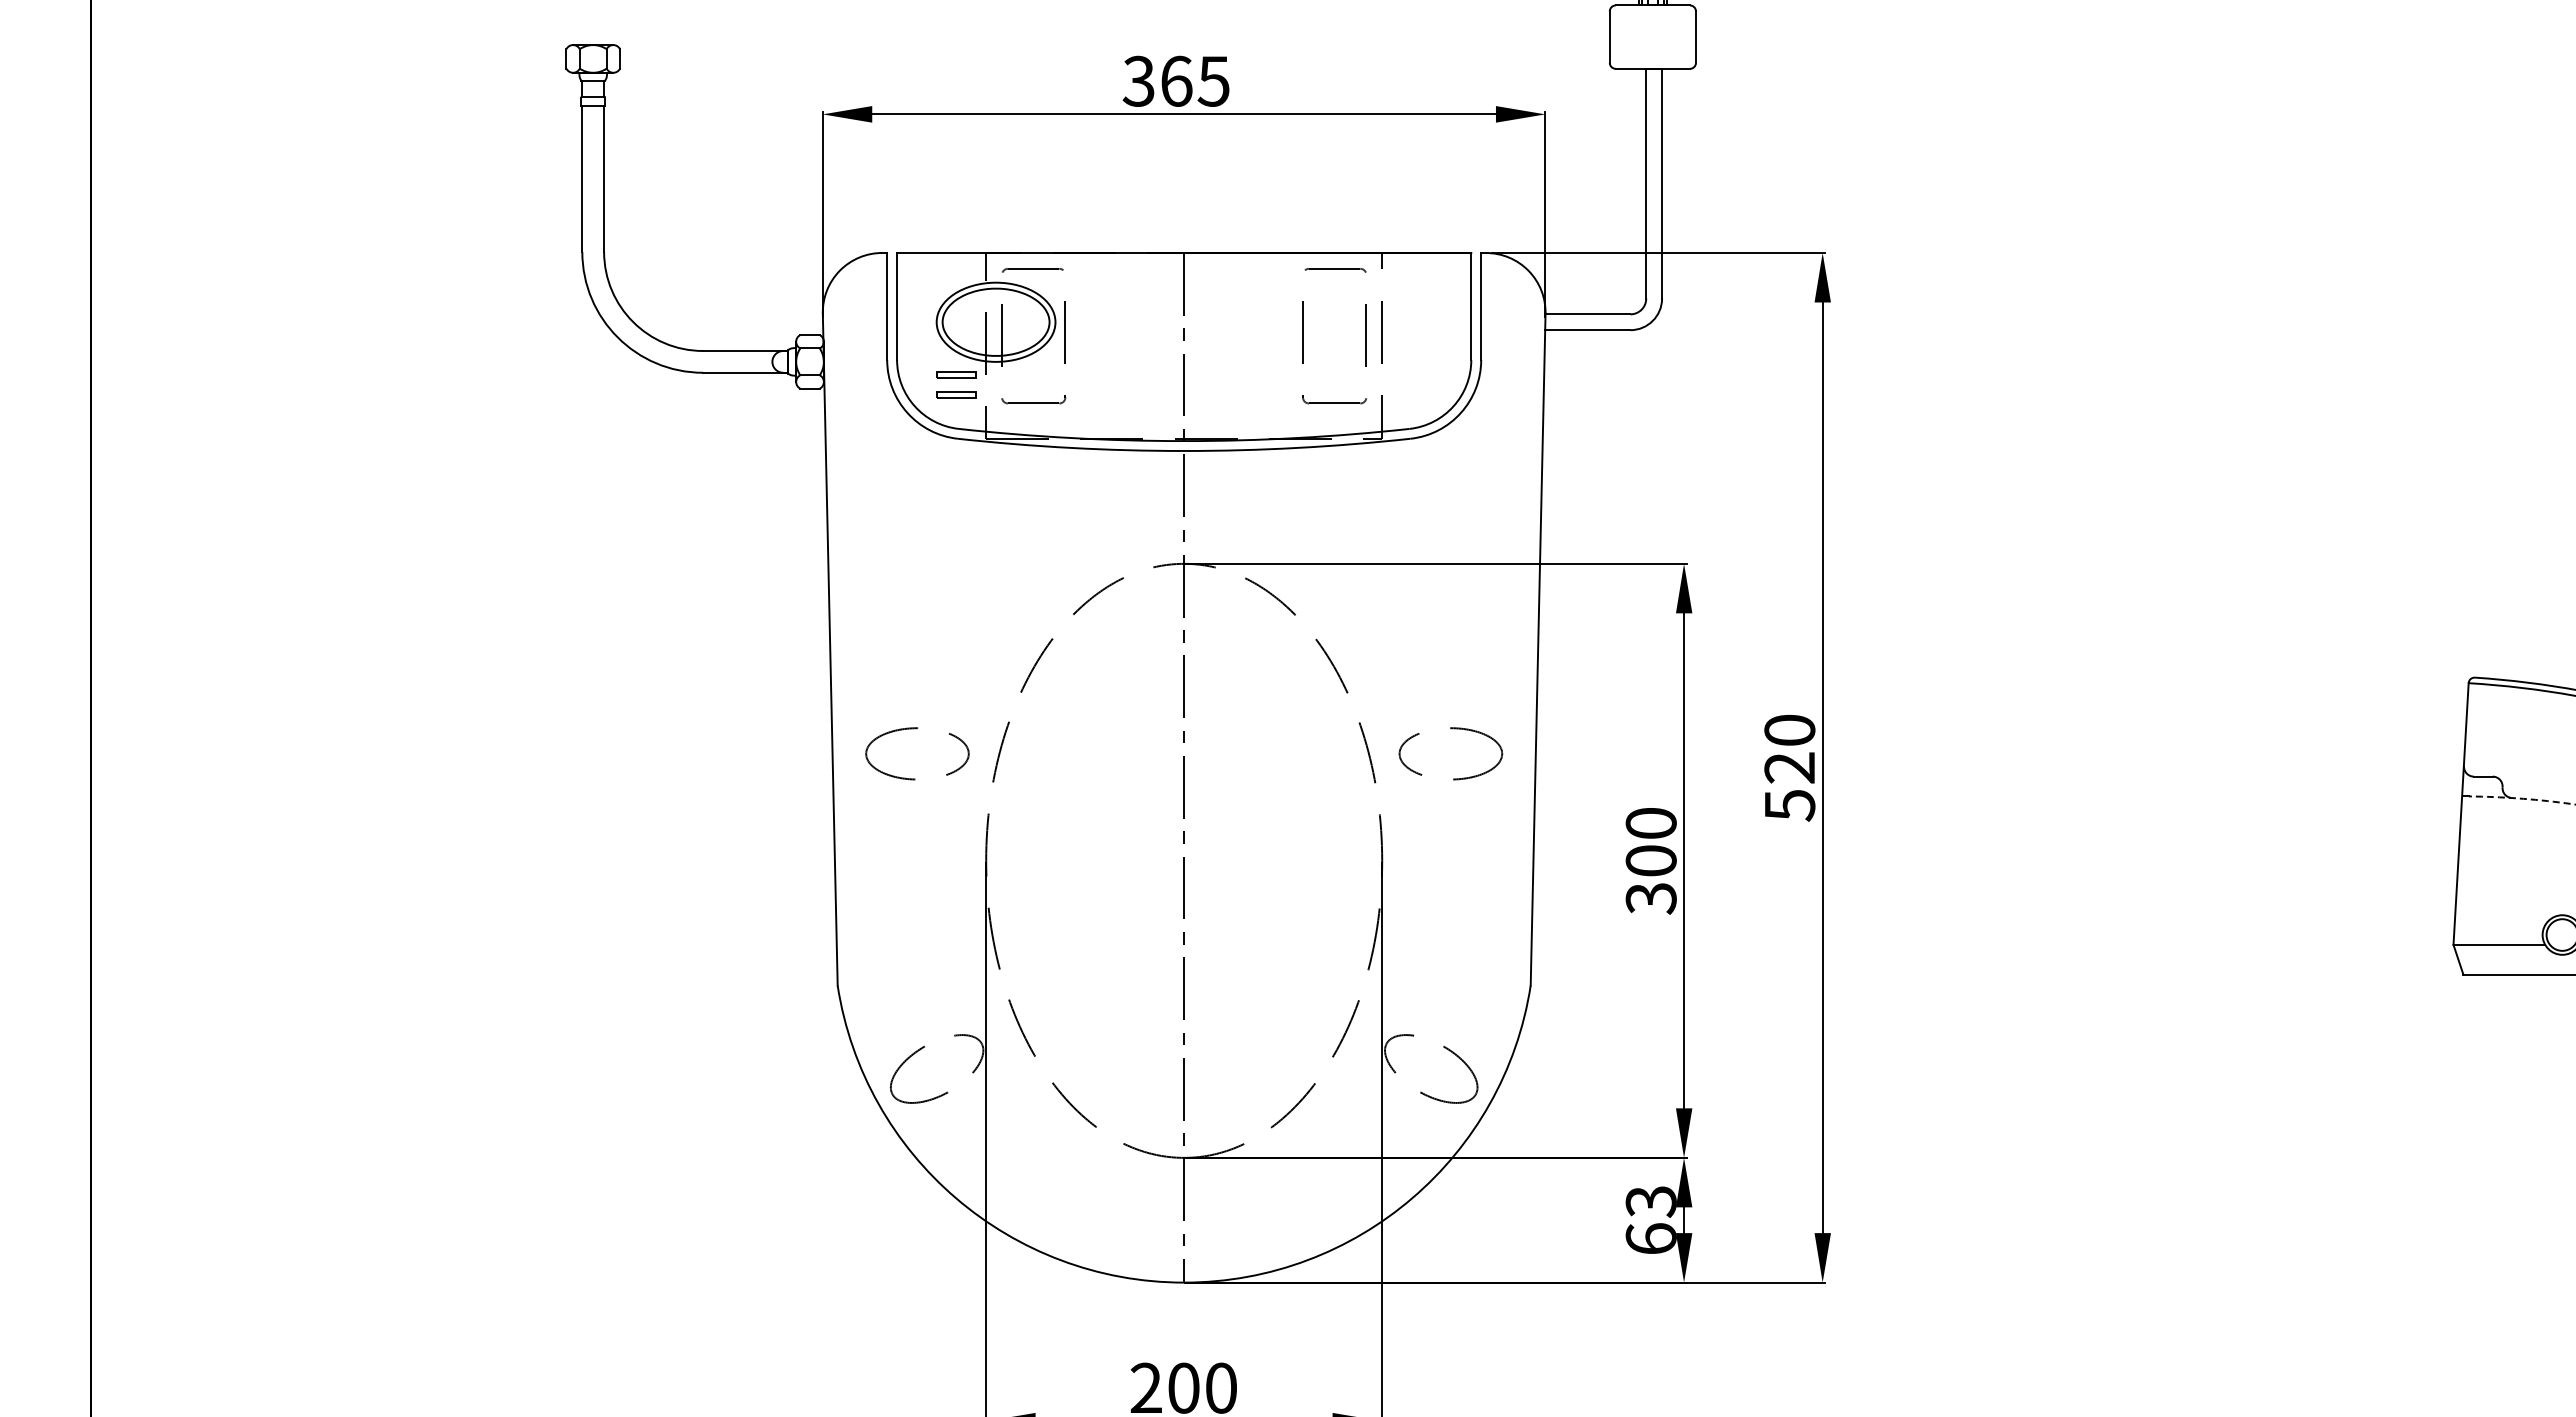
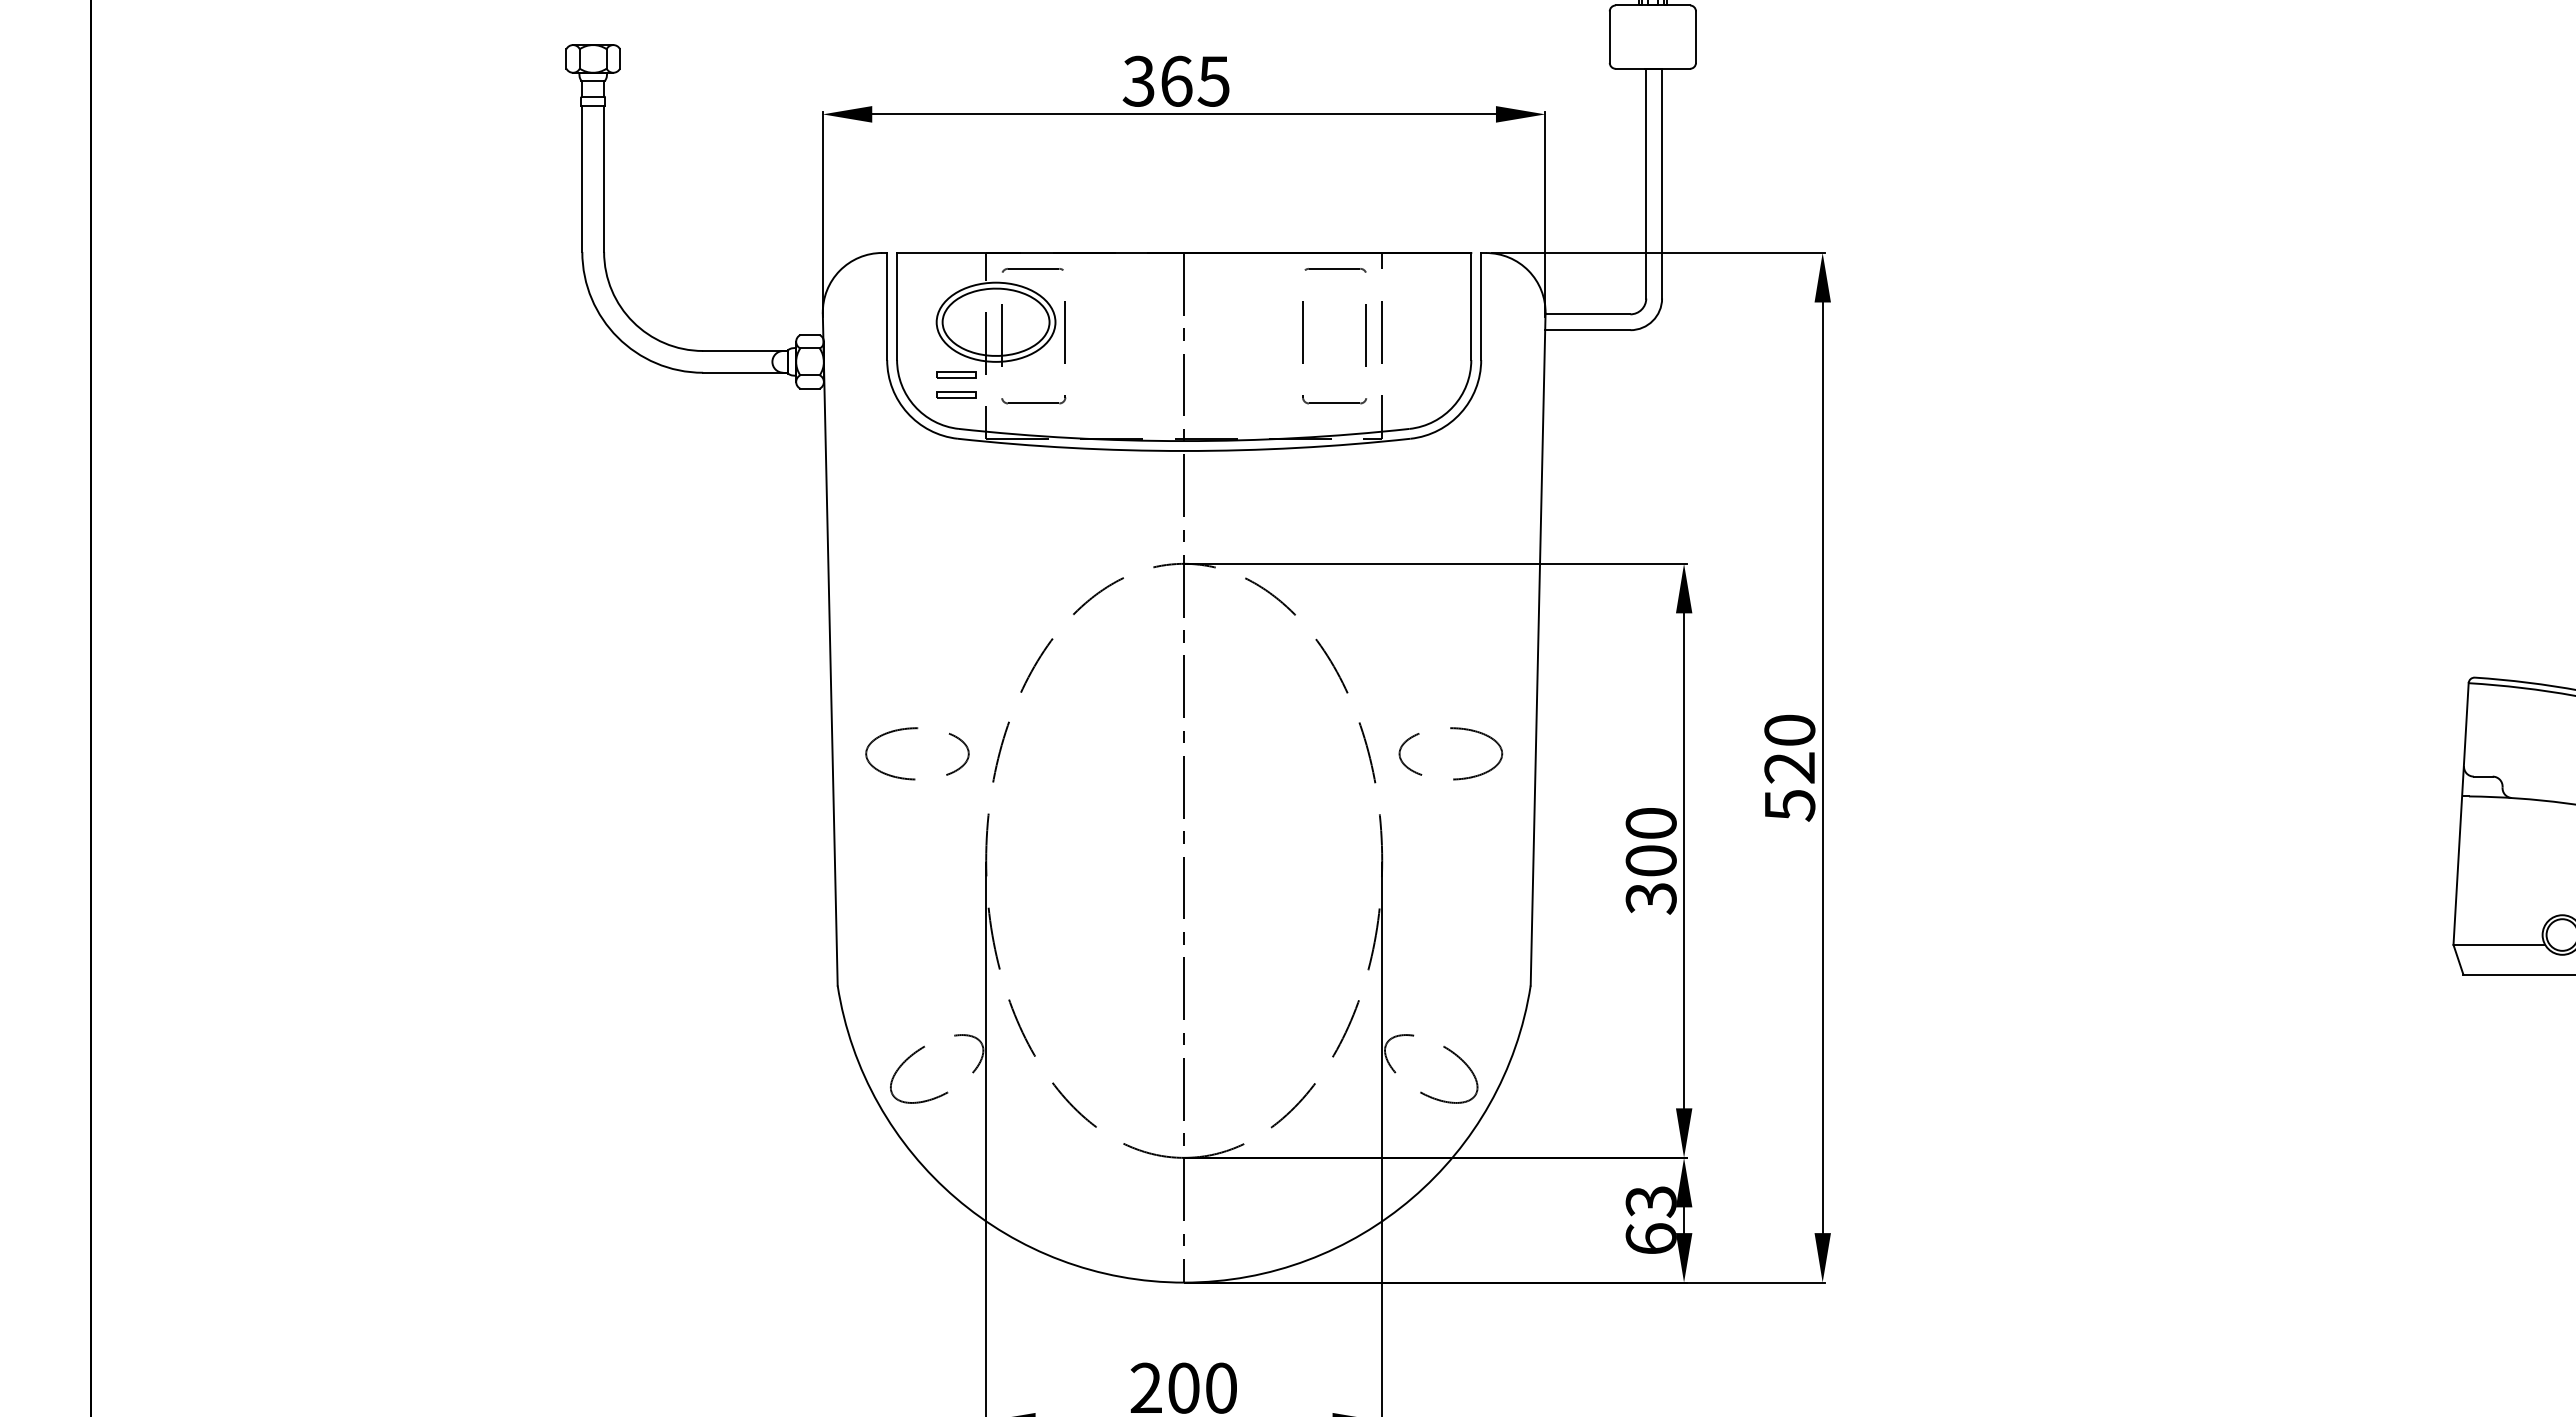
arc at (2522, 798): dashed -> solid
